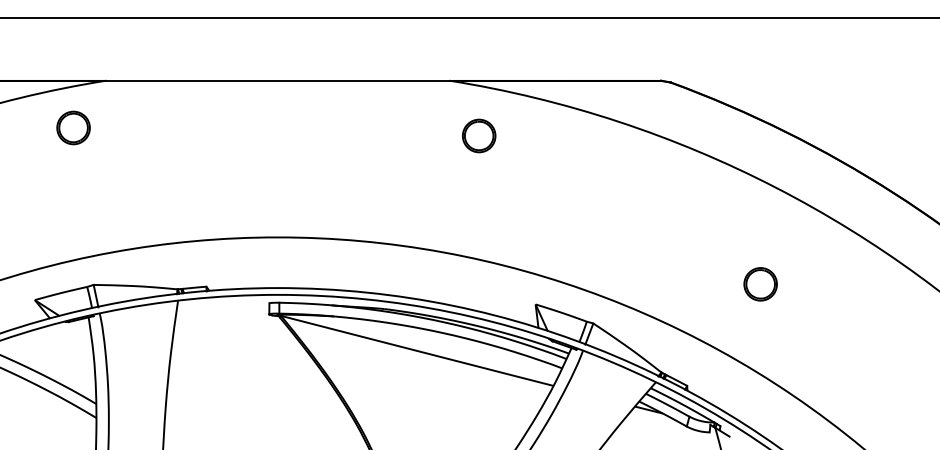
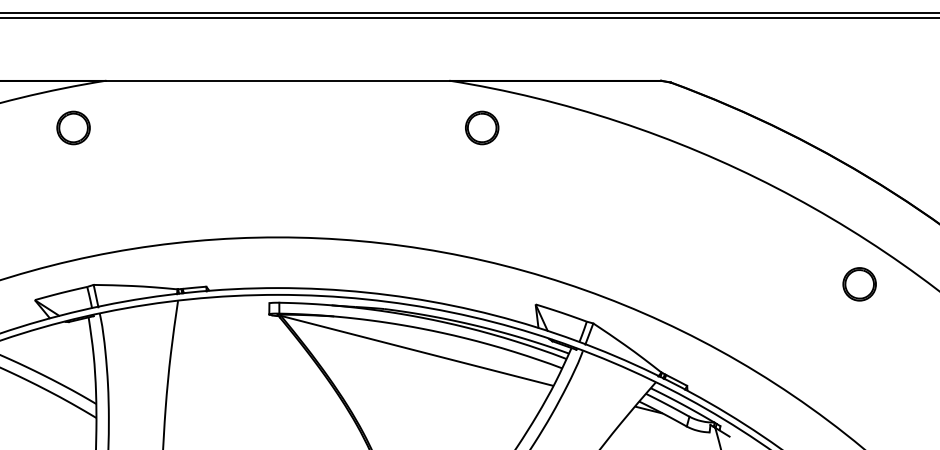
line at (469, 13): none -> present
part at (479, 135) position: (479, 135) -> (482, 127)
part at (760, 284) position: (760, 284) -> (859, 284)
